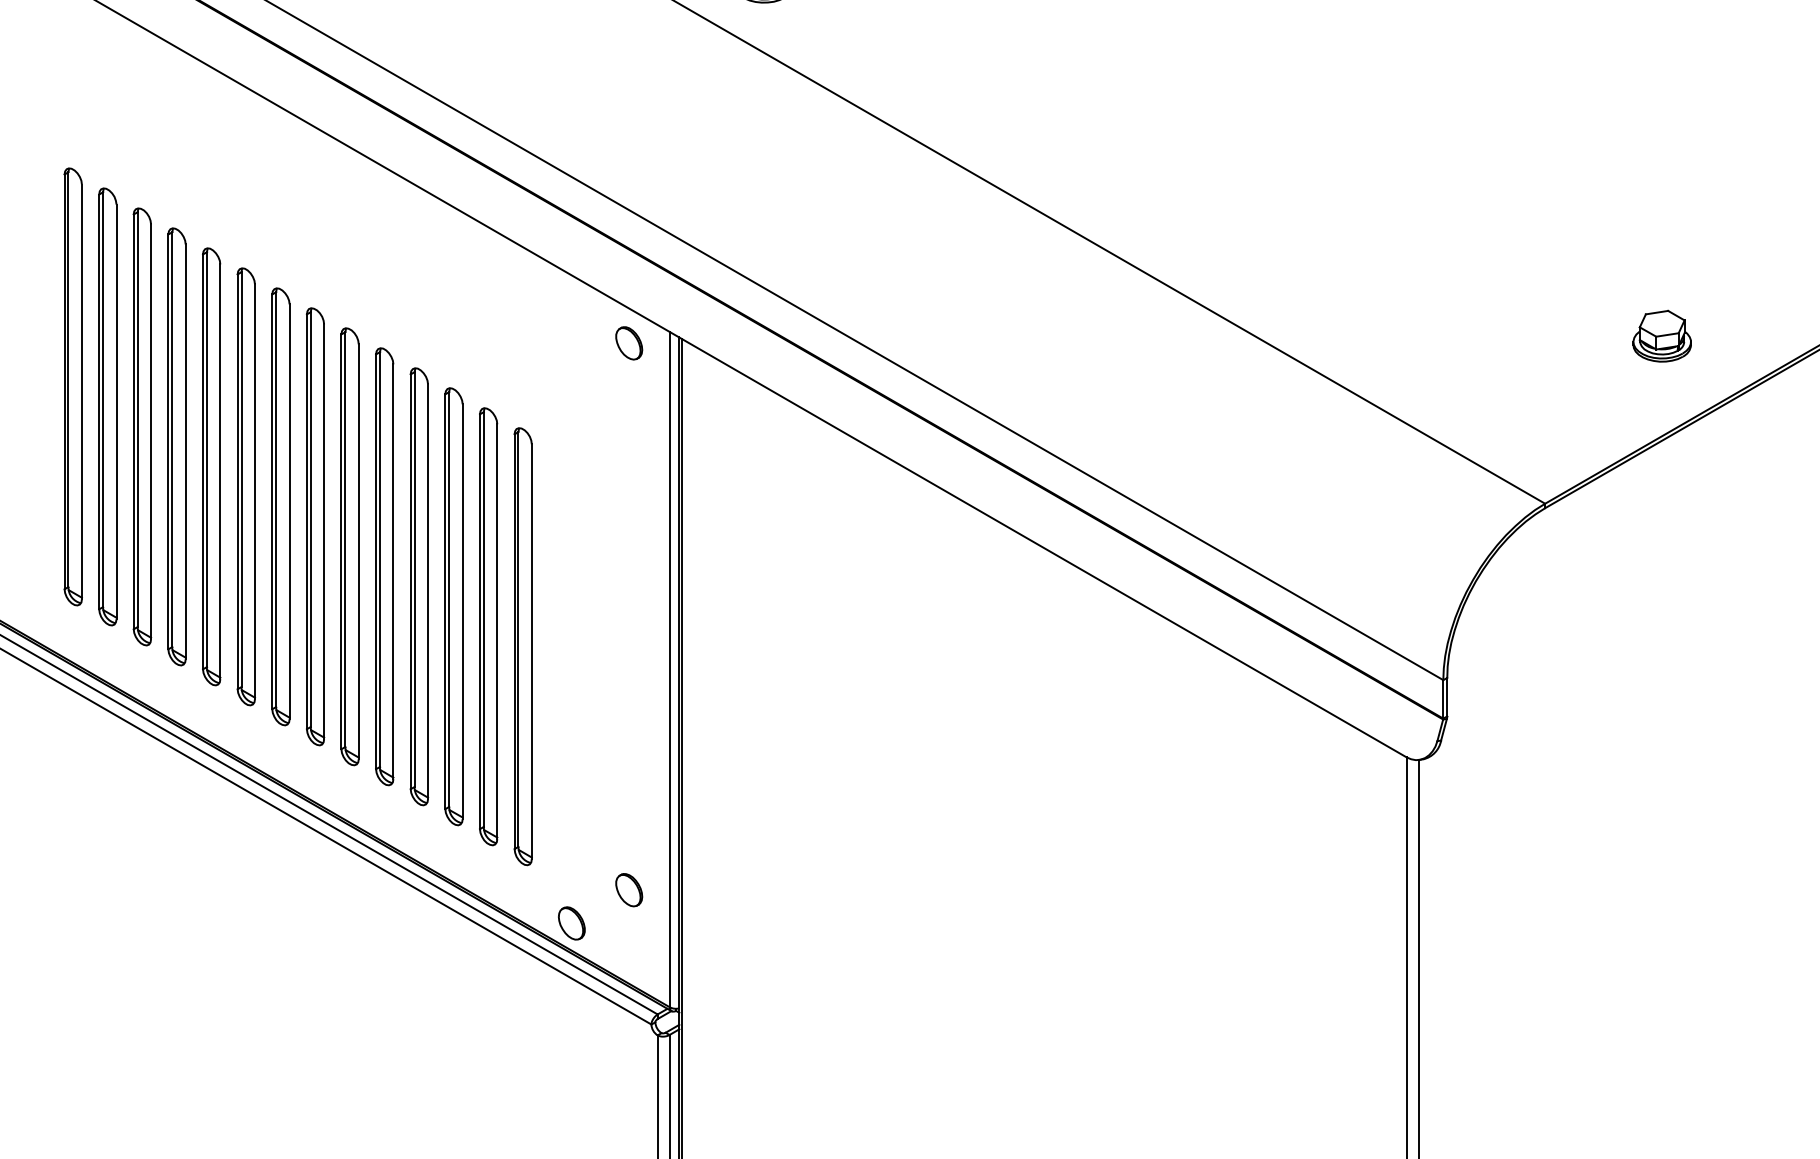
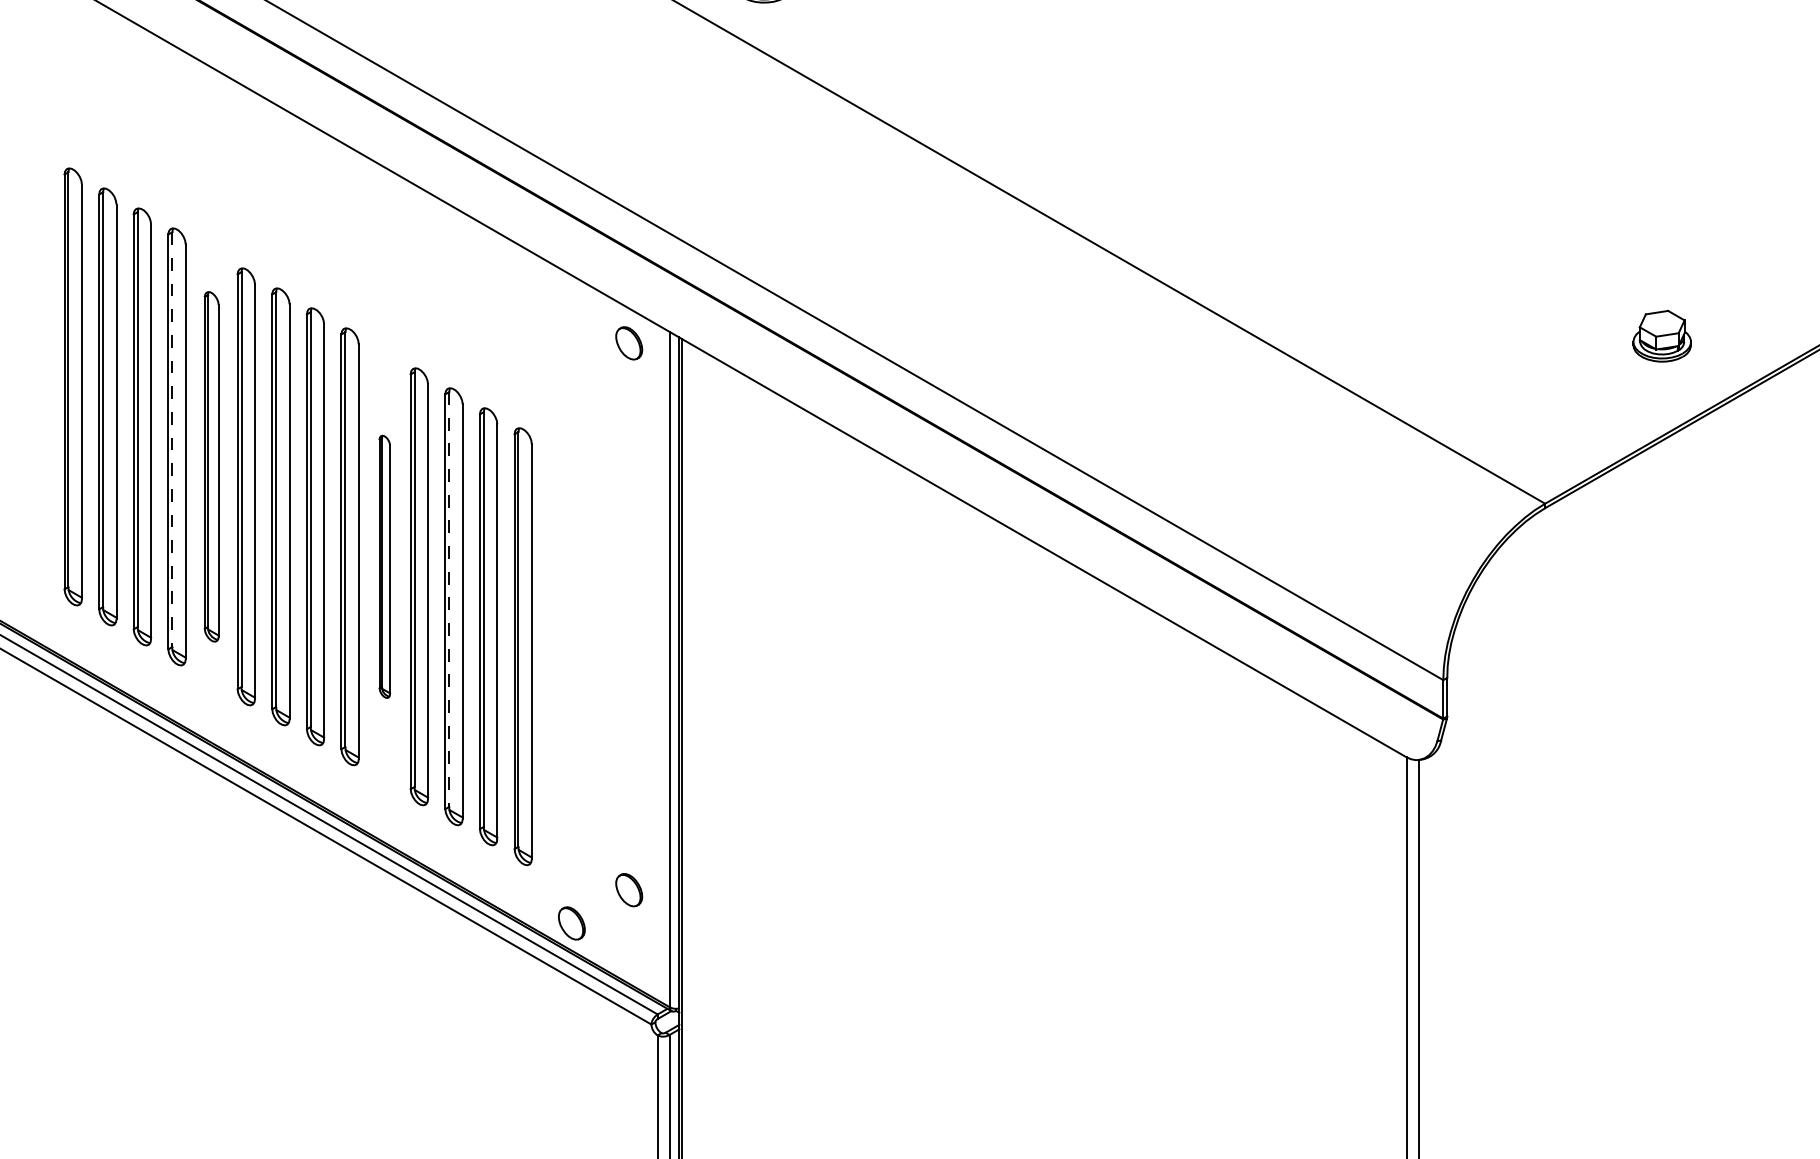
line at (172, 440): solid -> dashed
part at (211, 466) size: 20x440 px -> 17x352 px
part at (384, 566) size: 20x440 px -> 14x265 px
line at (449, 600): solid -> dashed
